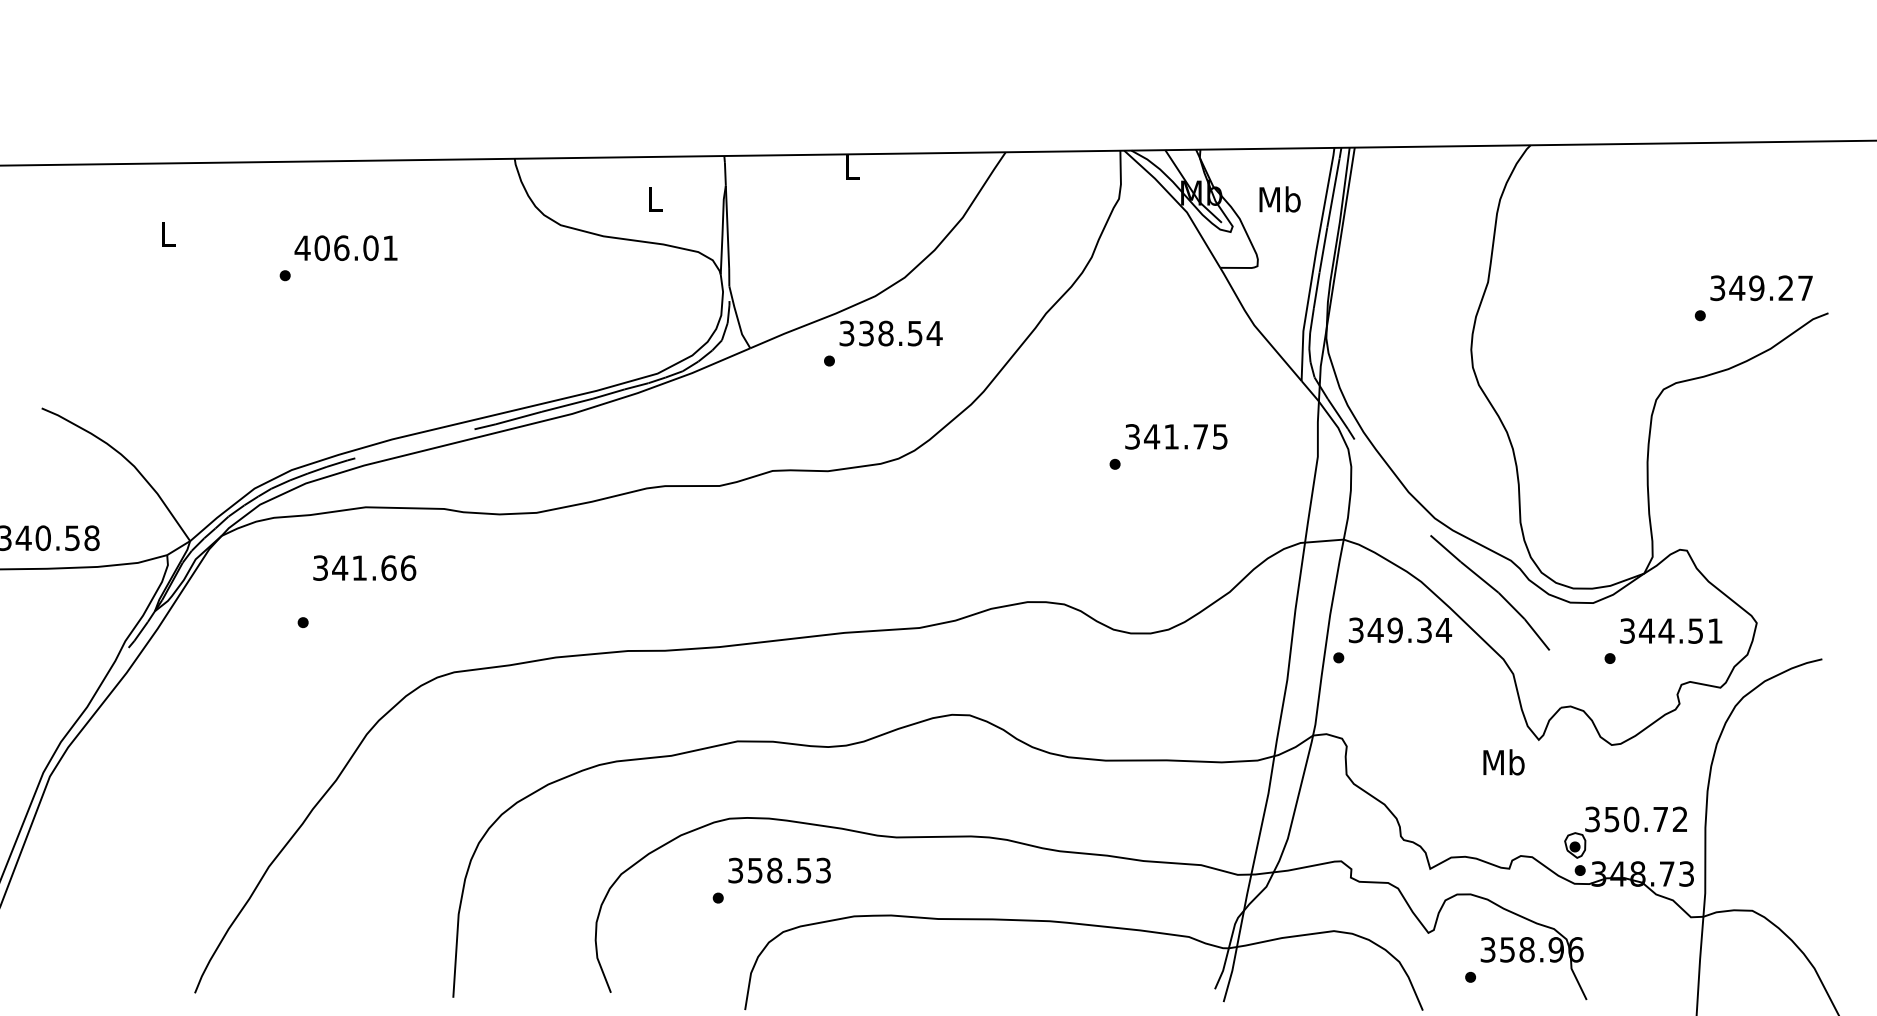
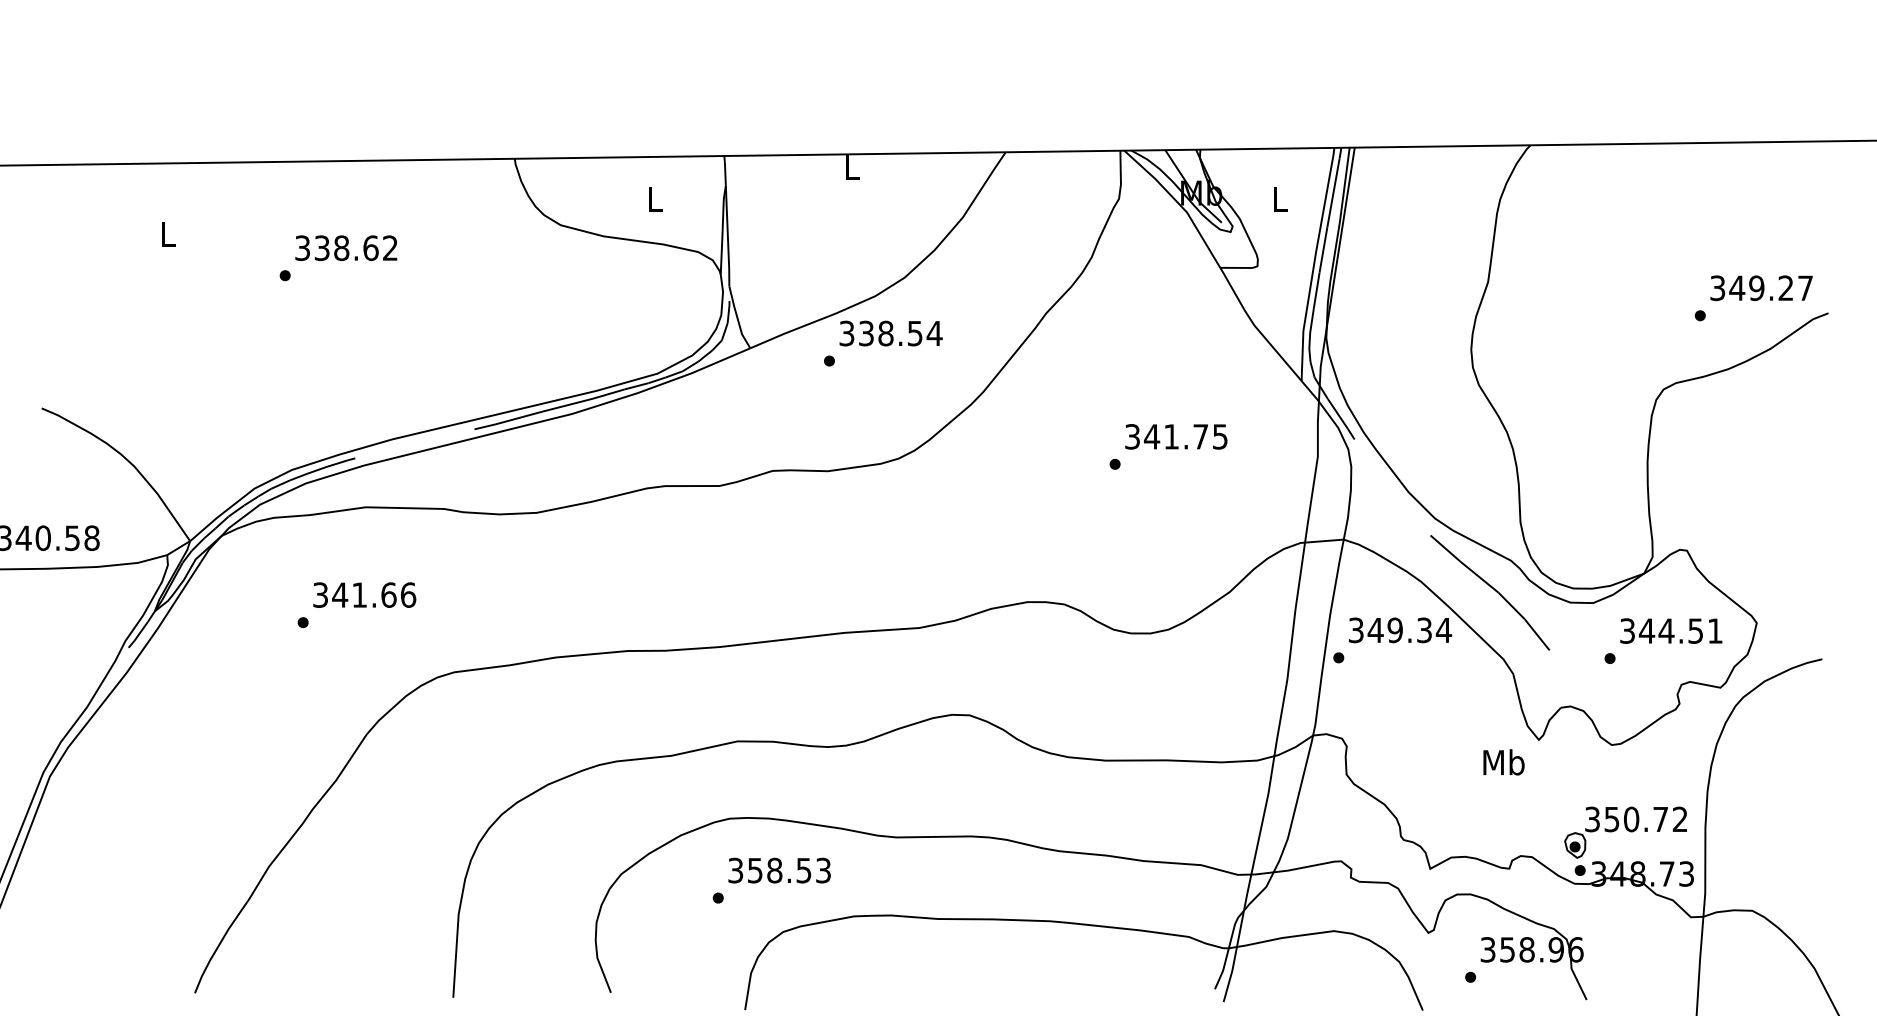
text at (1279, 199): Mb -> L
text at (345, 248): 406.01 -> 338.62
text at (364, 567) position: (364, 567) -> (364, 594)
